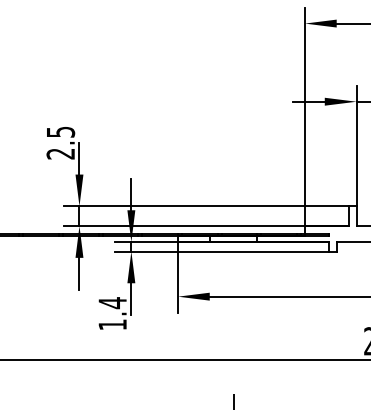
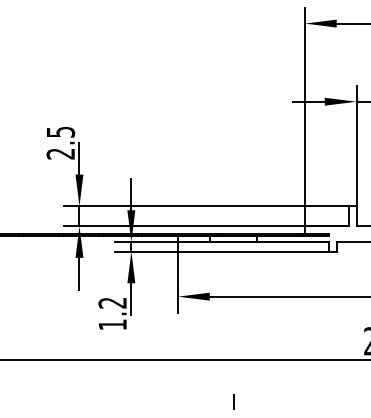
text at (112, 303): 1.4 -> 1.2
